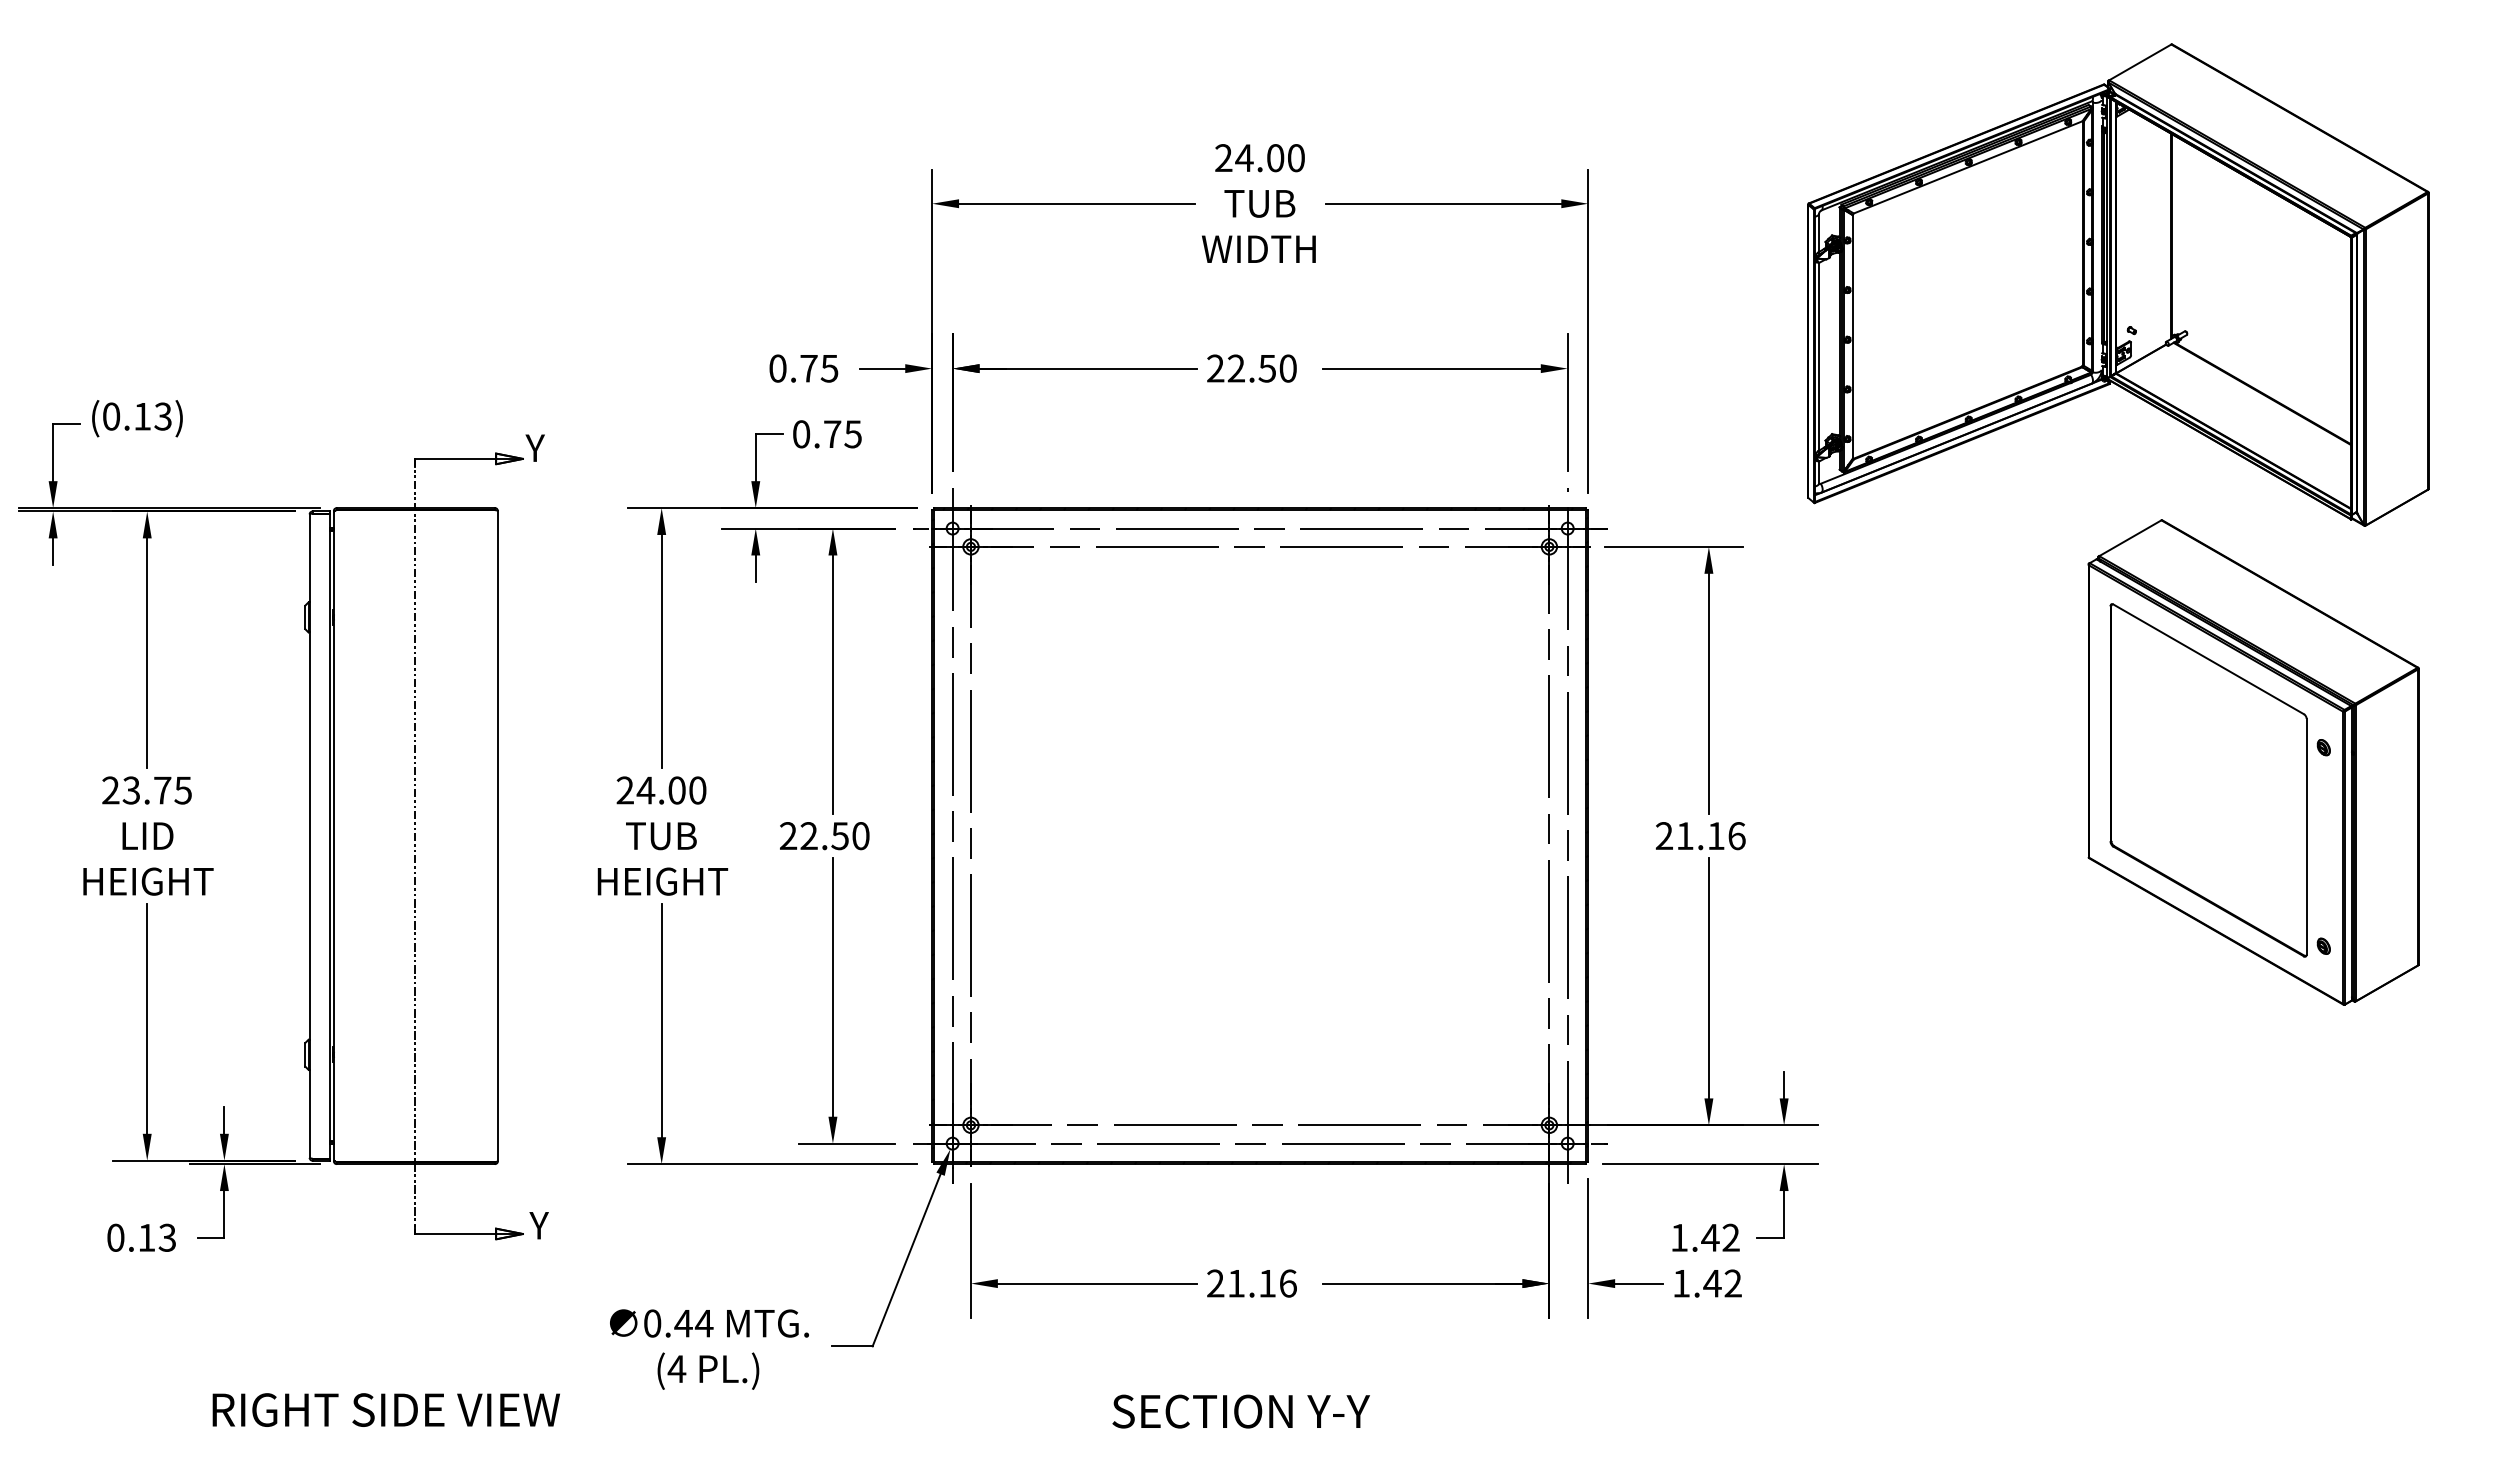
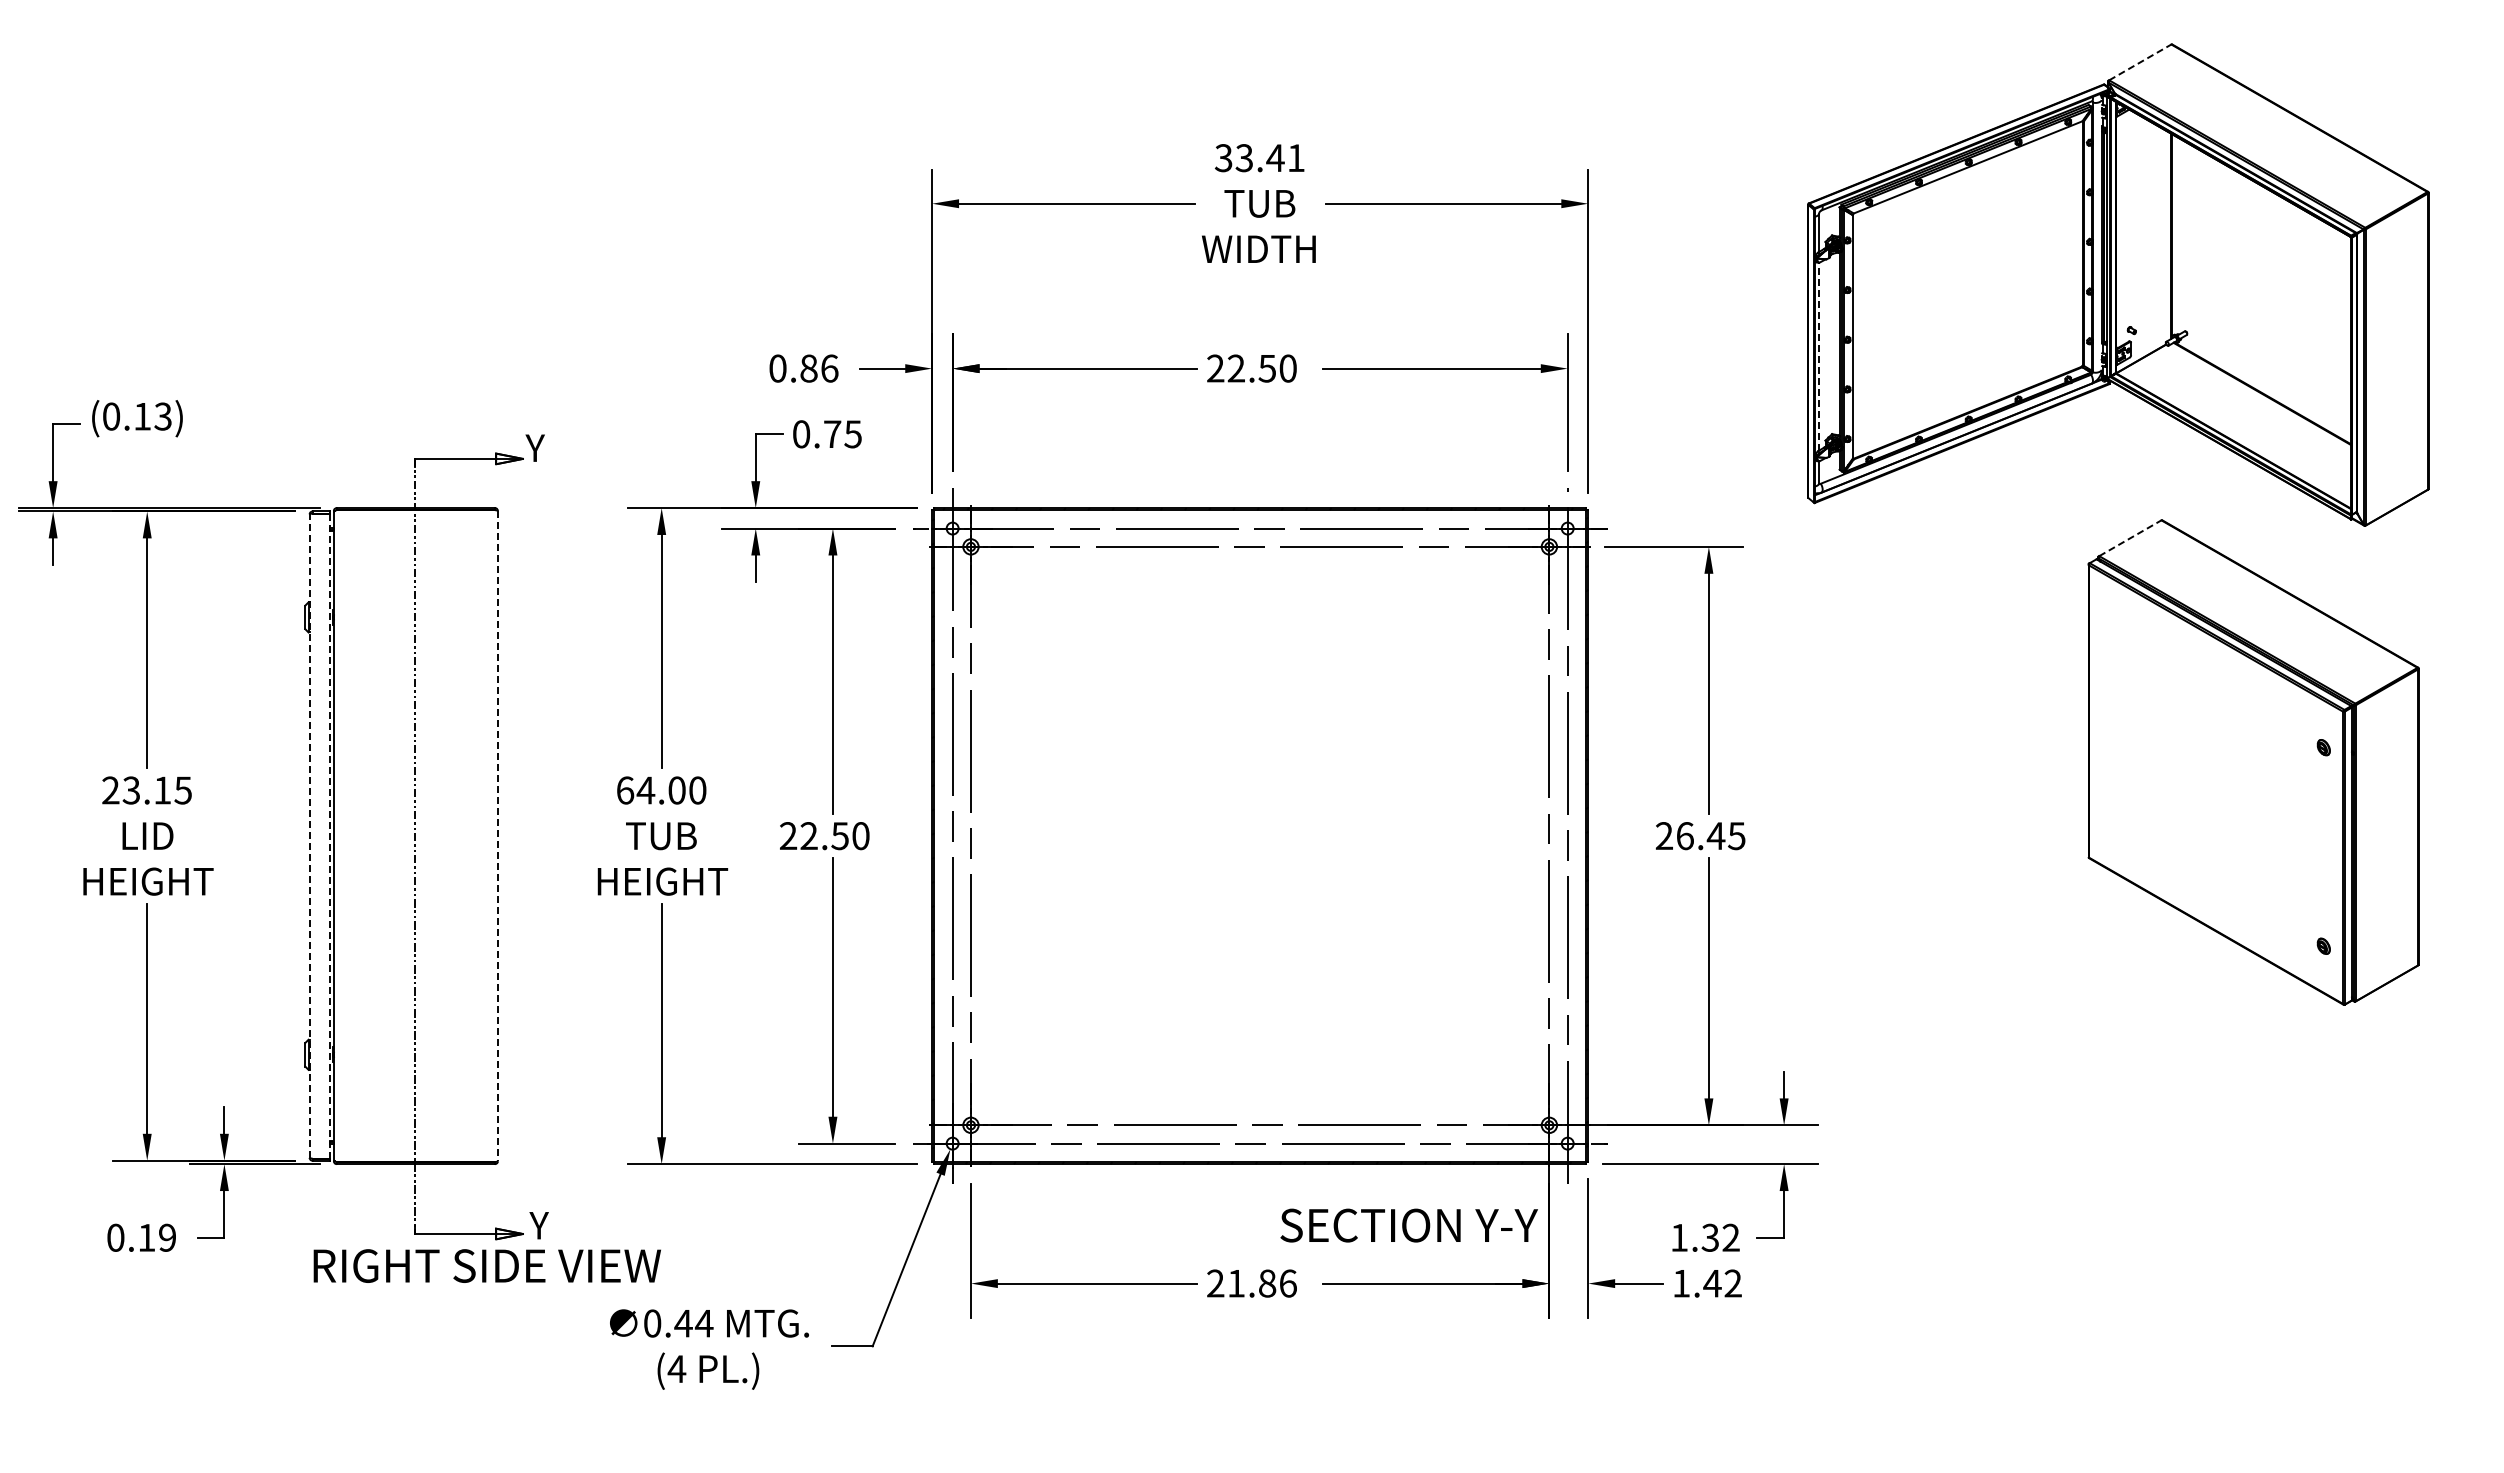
line at (2140, 62): solid -> dashed
text at (1259, 158): 24.00 -> 33.41
line at (1819, 356): solid -> dashed
text at (819, 368): 0.75 -> 0.86
line at (2130, 538): solid -> dashed
part at (2208, 780): present -> none
text at (162, 790): 23.75 -> 23.15
text at (625, 790): 24.00 -> 64.00
line at (309, 836): solid -> dashed
line at (329, 836): solid -> dashed
line at (497, 836): solid -> dashed
text at (1711, 836): 21.16 -> 26.45
text at (166, 1237): 0.13 -> 0.19
text at (1710, 1237): 1.42 -> 1.32
text at (1267, 1283): 21.16 -> 21.86
text at (385, 1409) position: (385, 1409) -> (486, 1265)
text at (1240, 1411) position: (1240, 1411) -> (1408, 1225)
